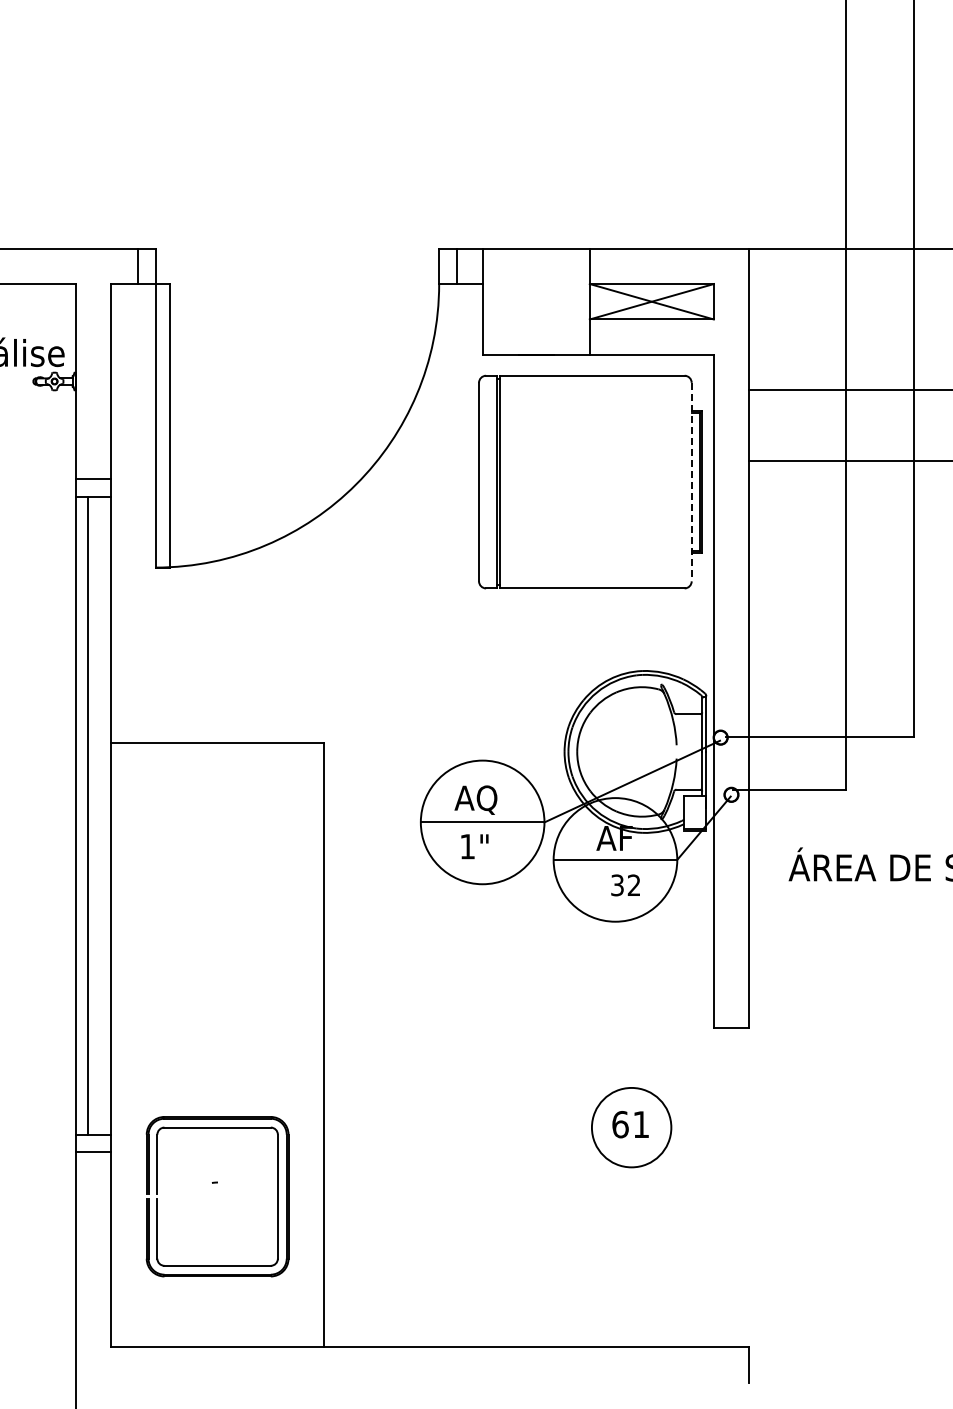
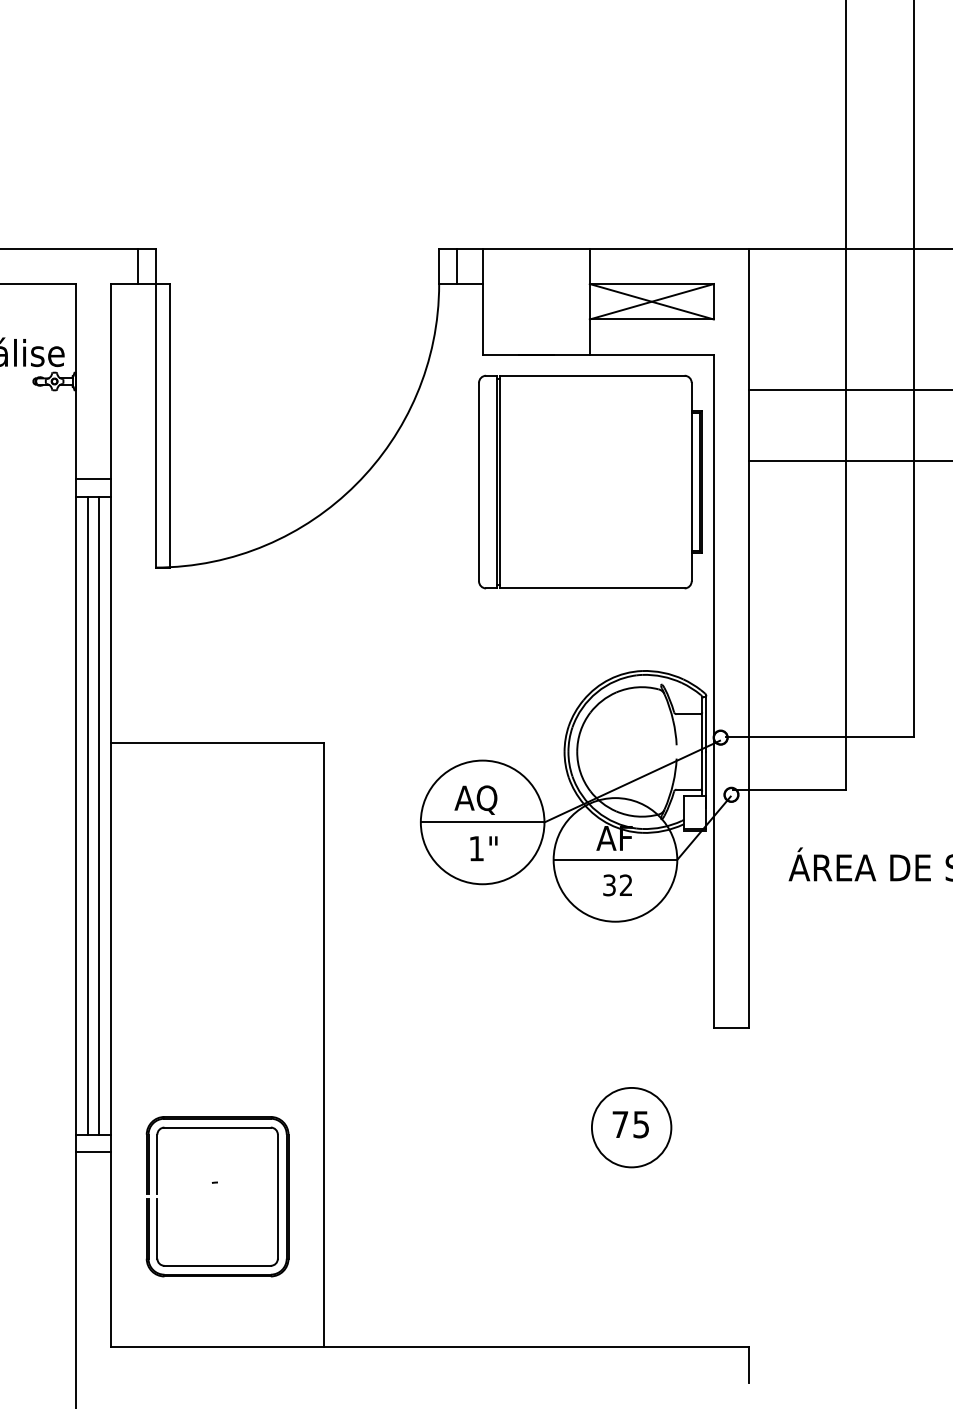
line at (691, 482): dashed -> solid
line at (98, 815): none -> present
text at (474, 846) position: (474, 846) -> (483, 848)
text at (625, 885) position: (625, 885) -> (617, 885)
text at (630, 1124): 61 -> 75
